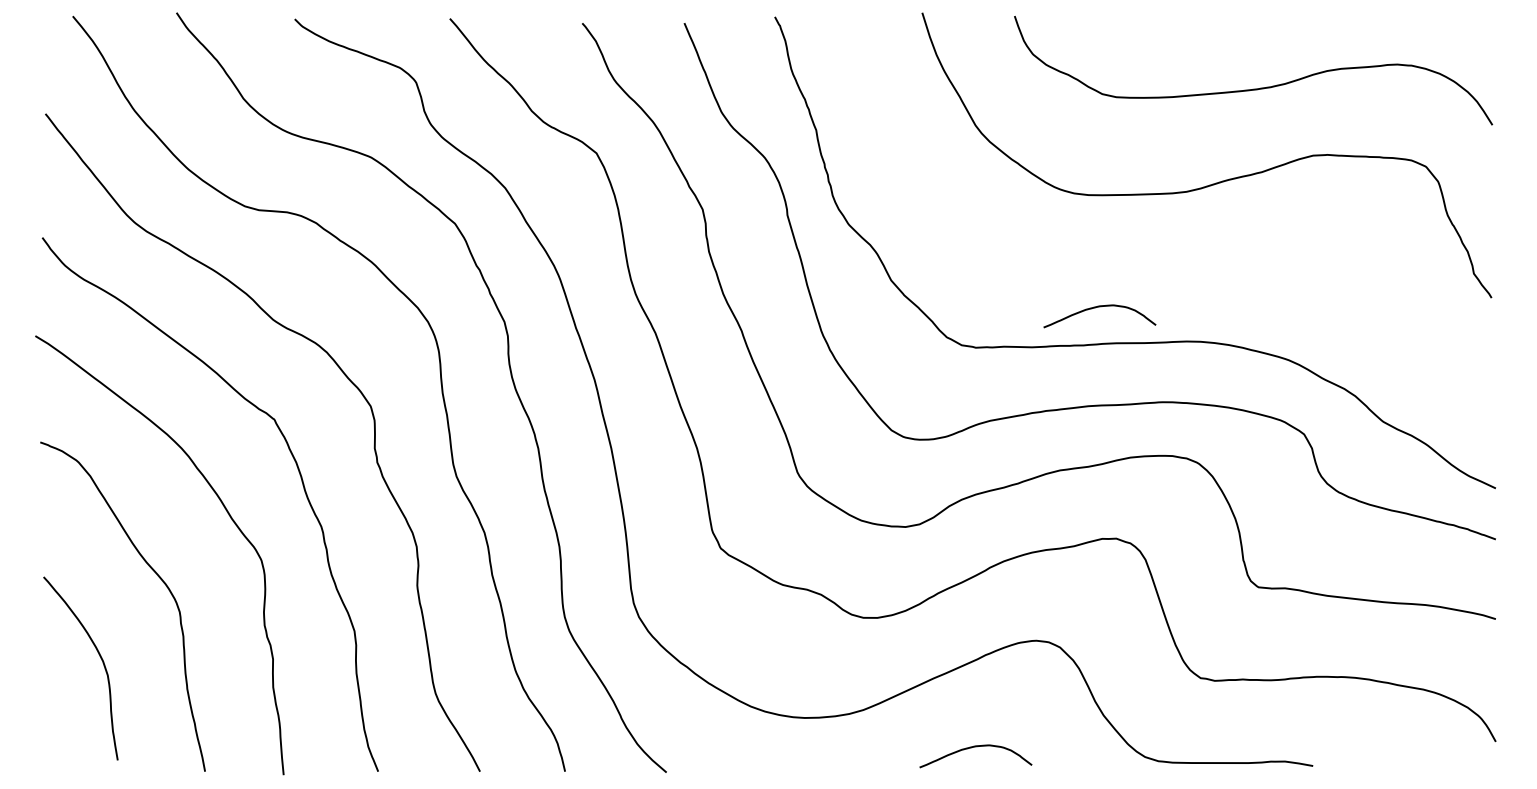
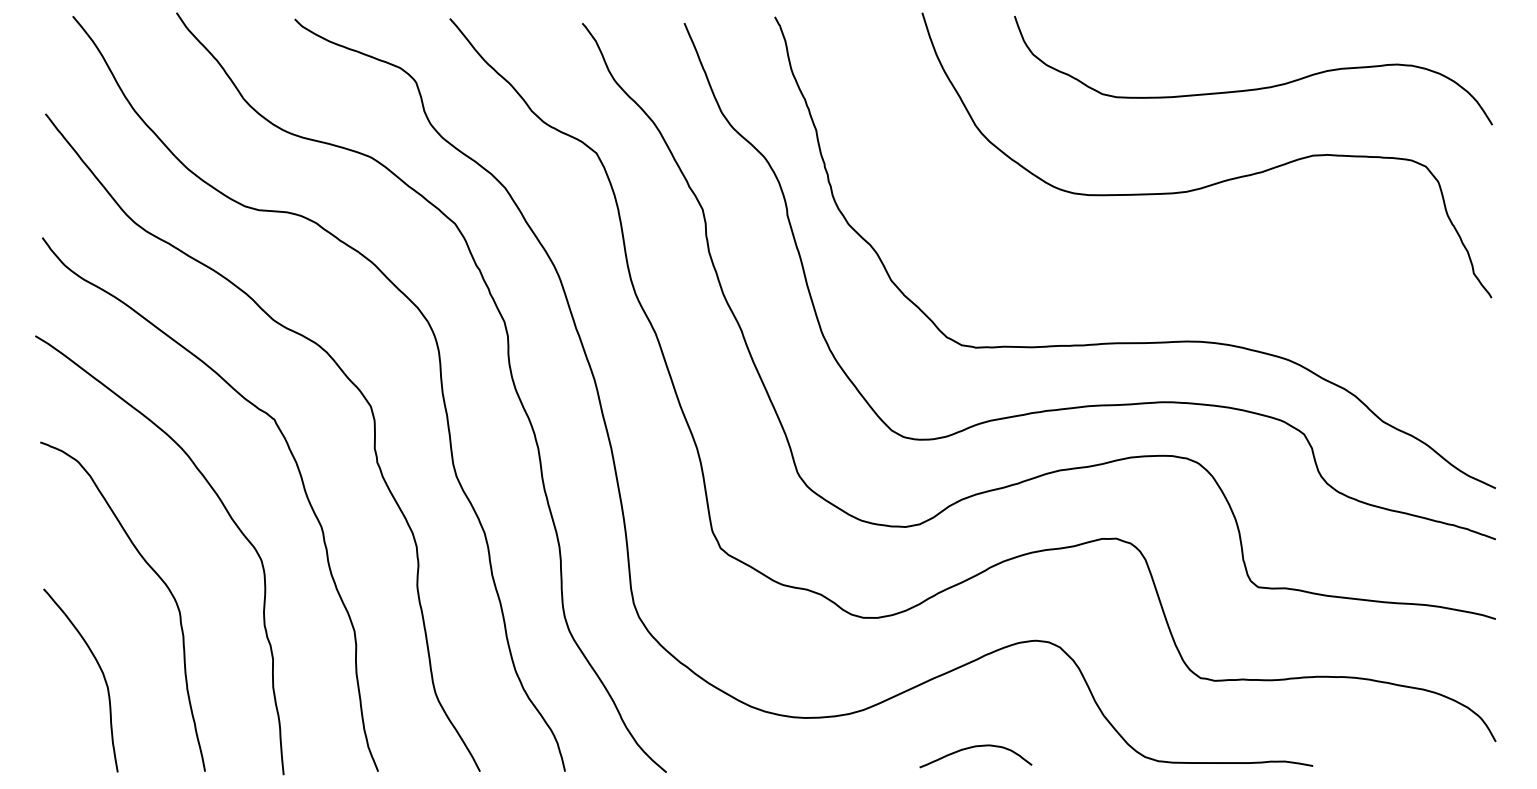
curve at (1095, 308): present -> none
curve at (100, 658) position: (100, 658) -> (100, 670)
